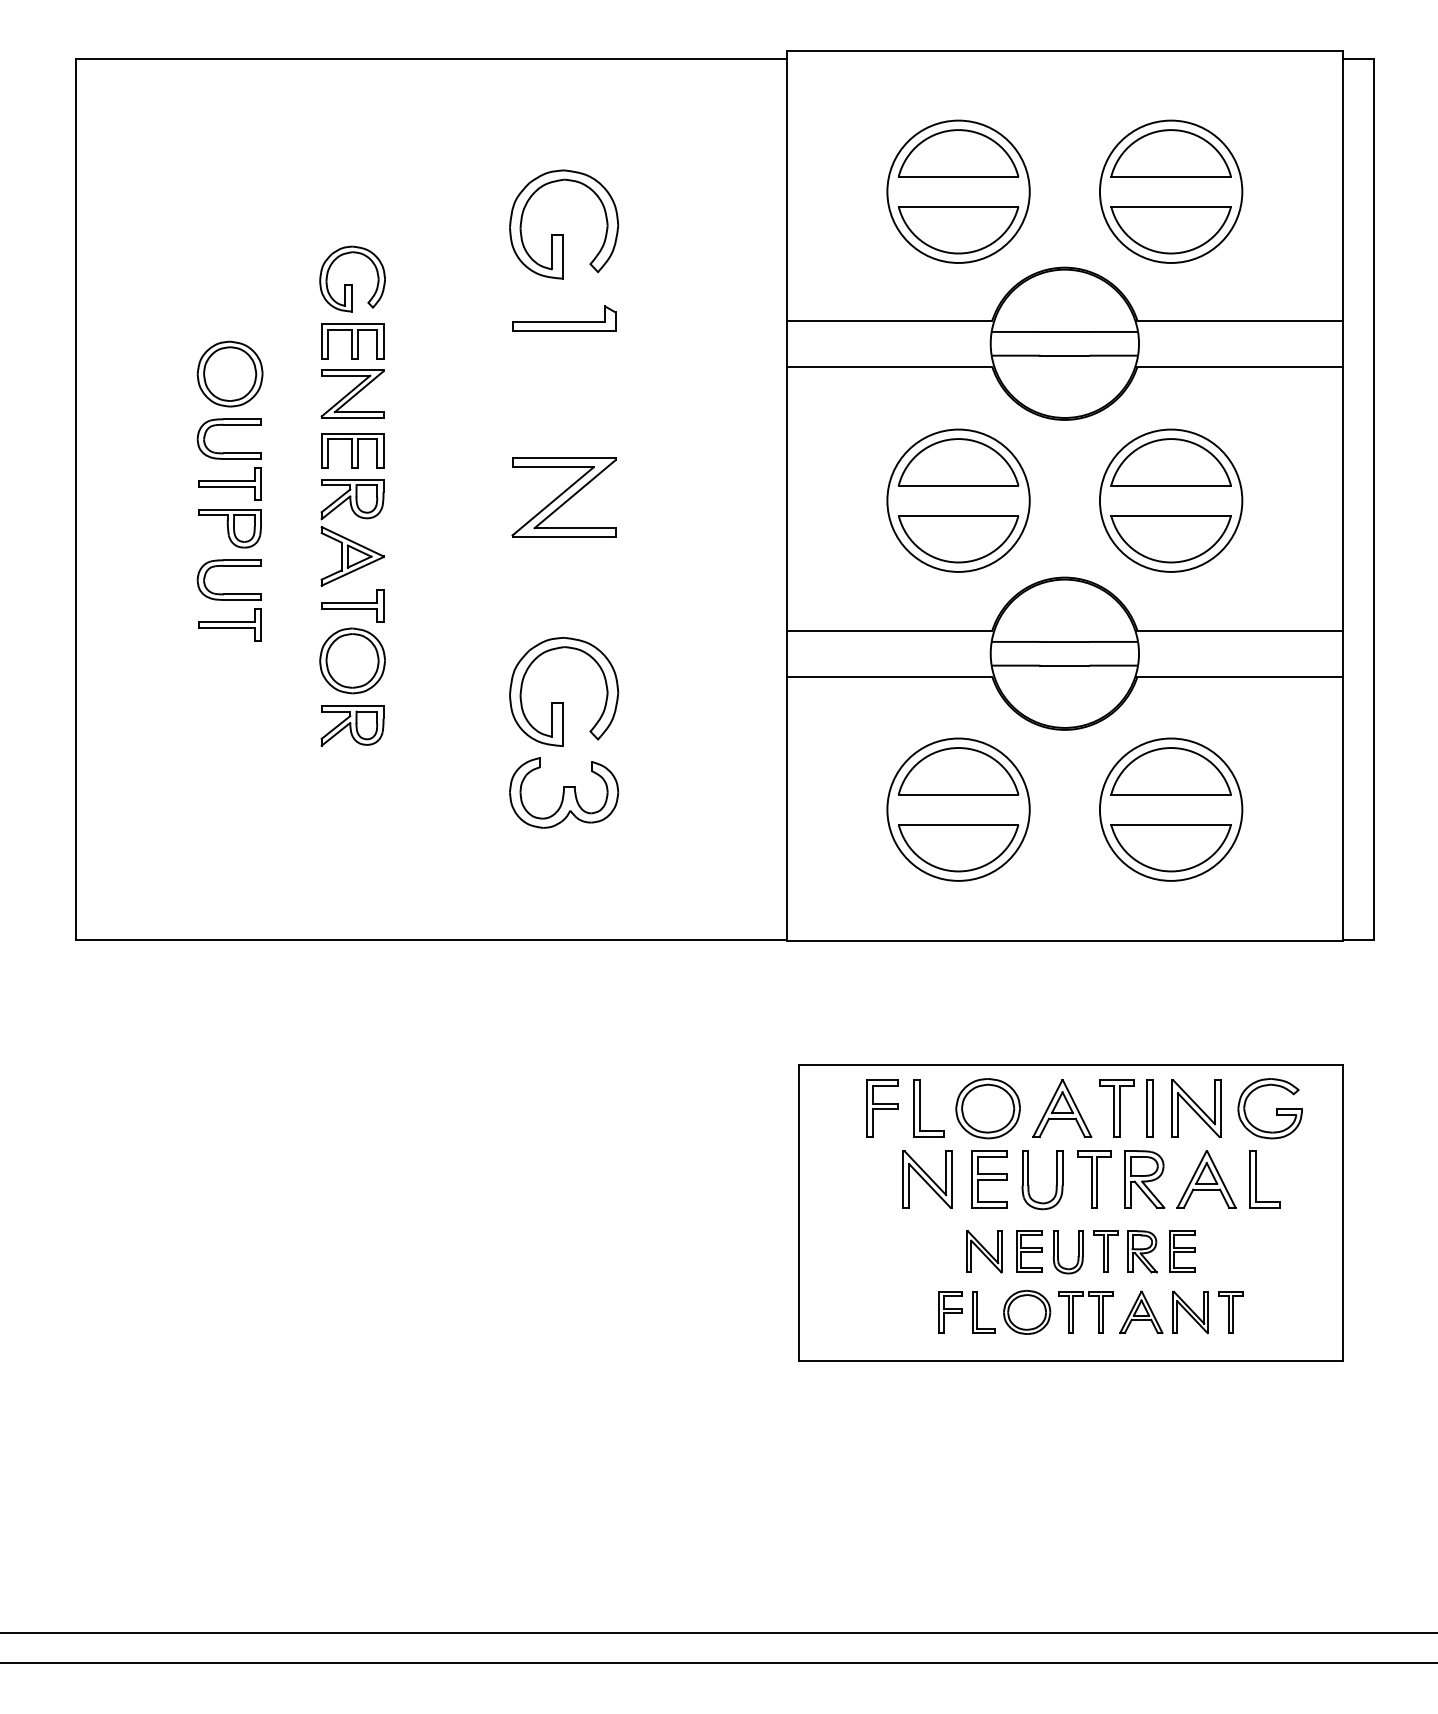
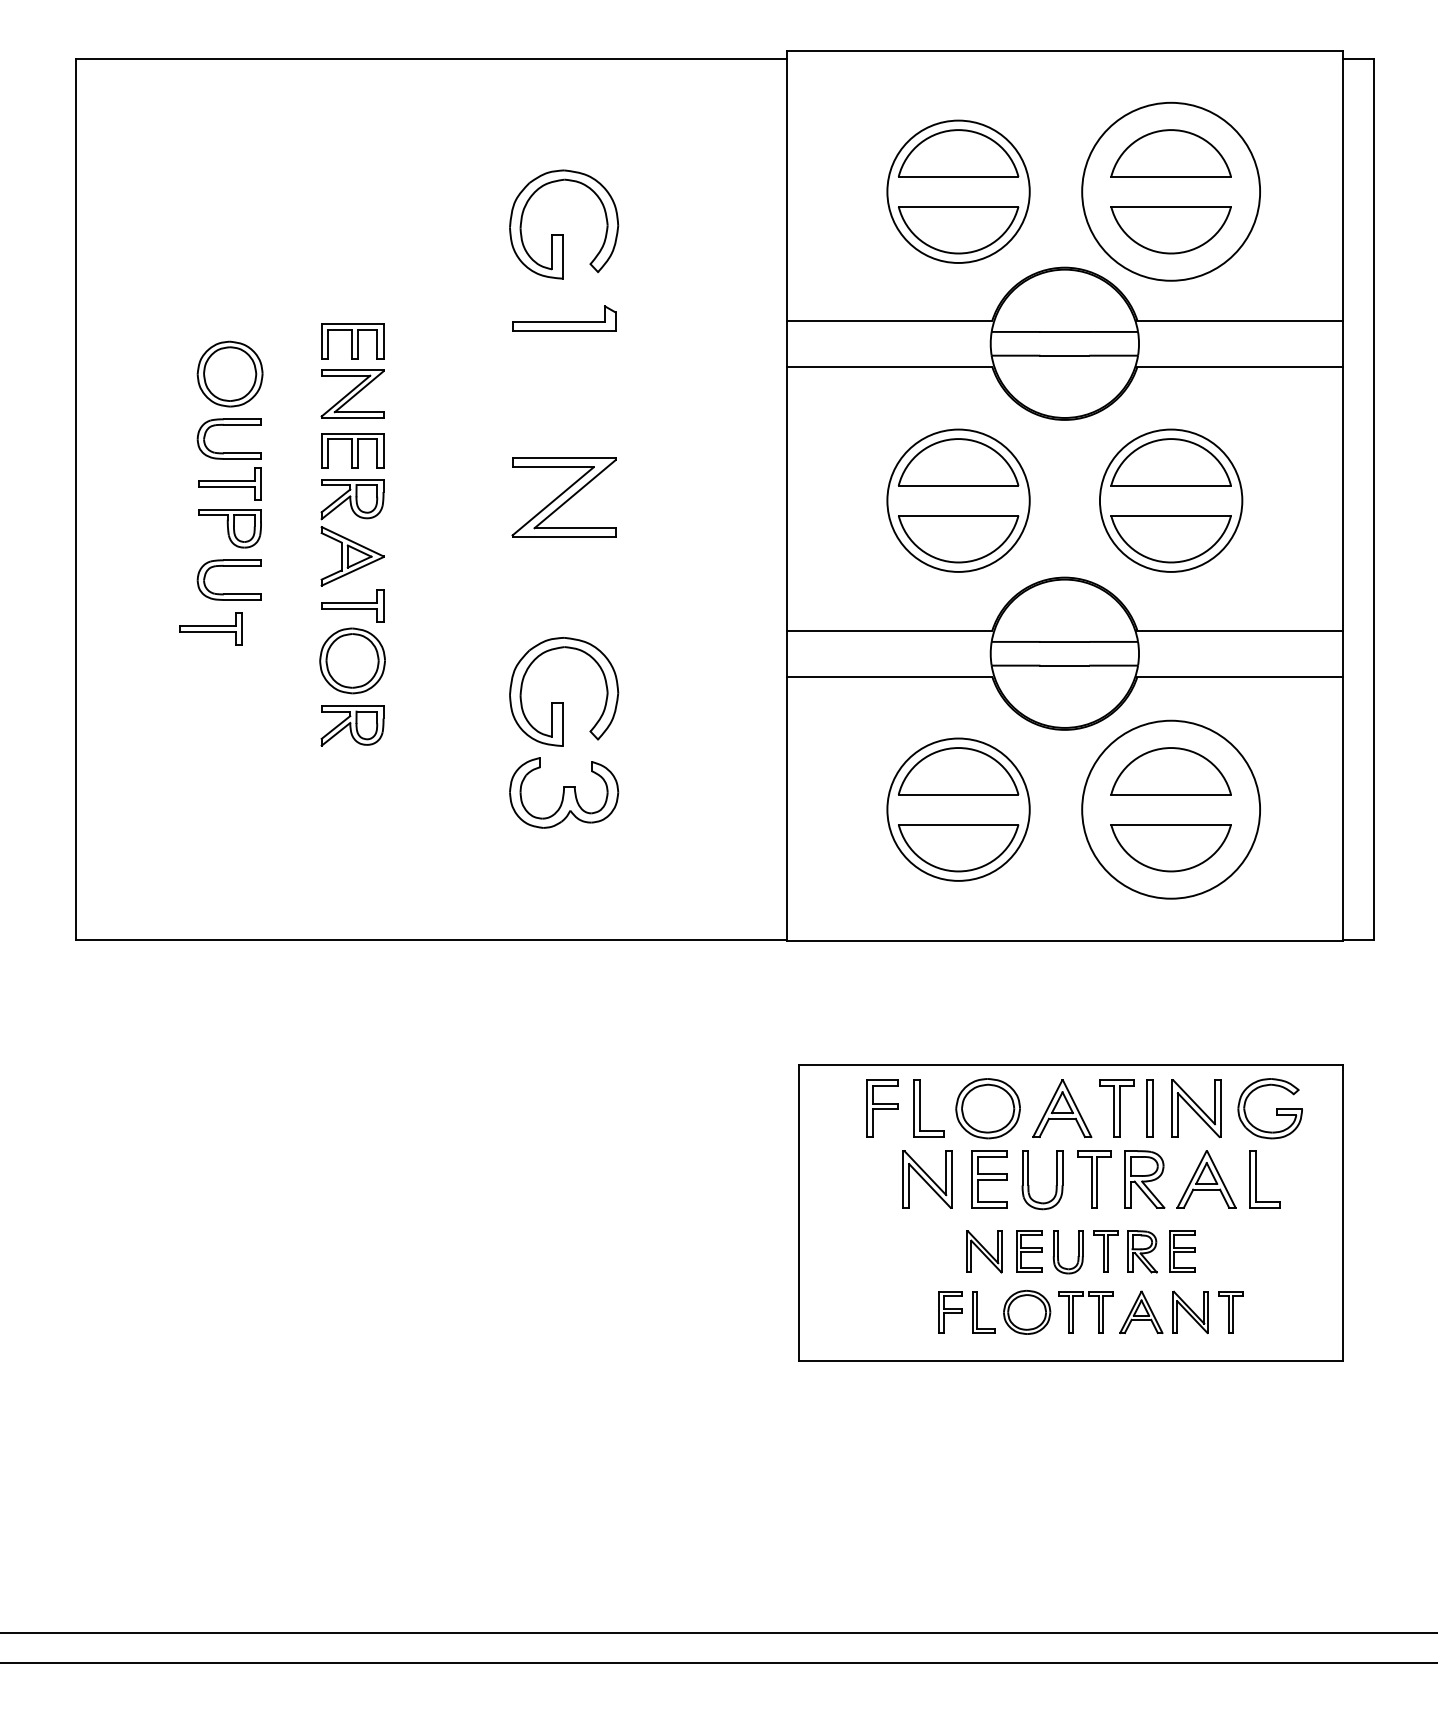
circle at (1170, 191) diameter: 142 px -> 178 px
part at (352, 278): present -> none
part at (229, 624) position: (229, 624) -> (210, 628)
circle at (1170, 809) diameter: 142 px -> 178 px
